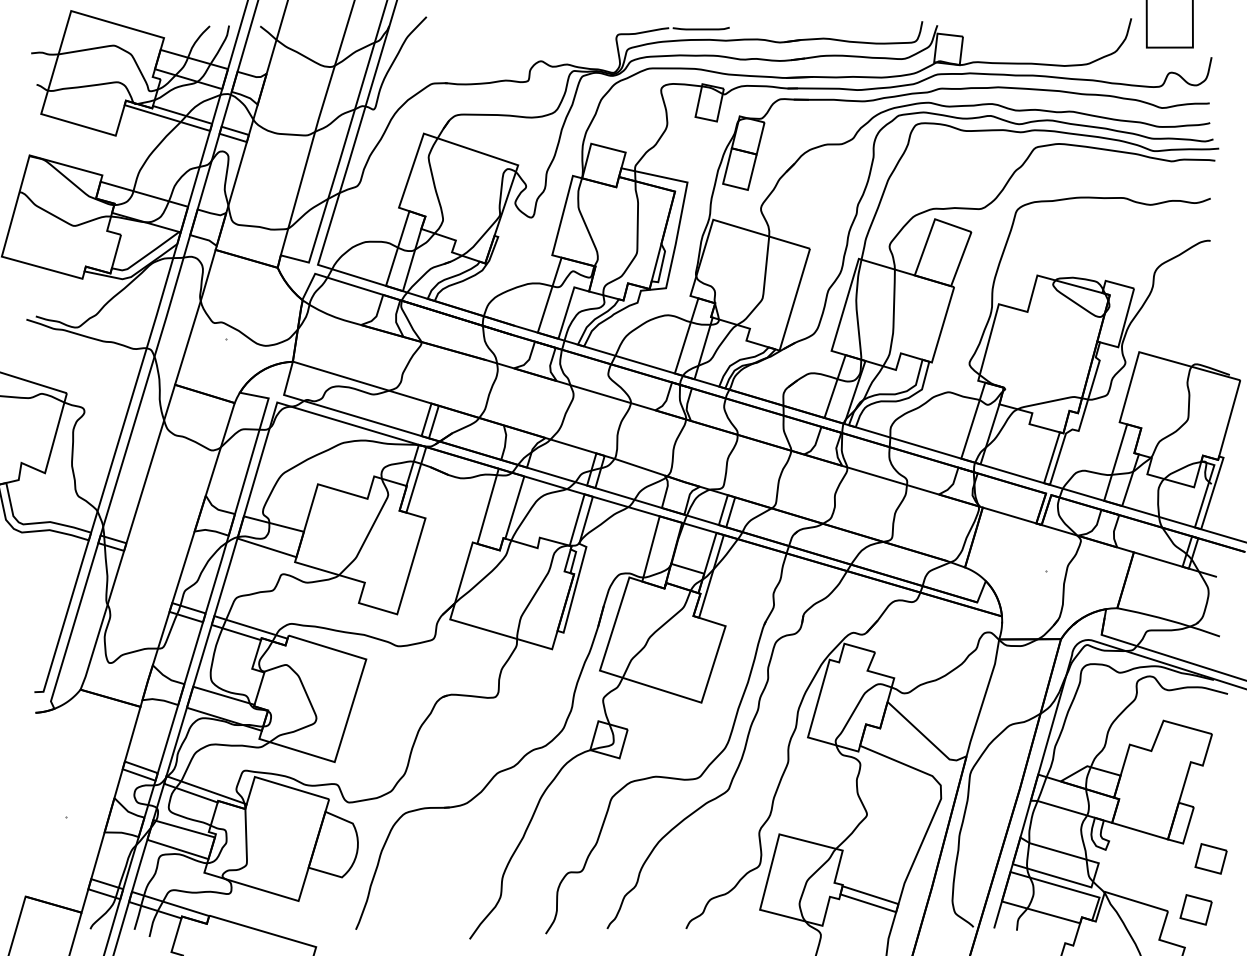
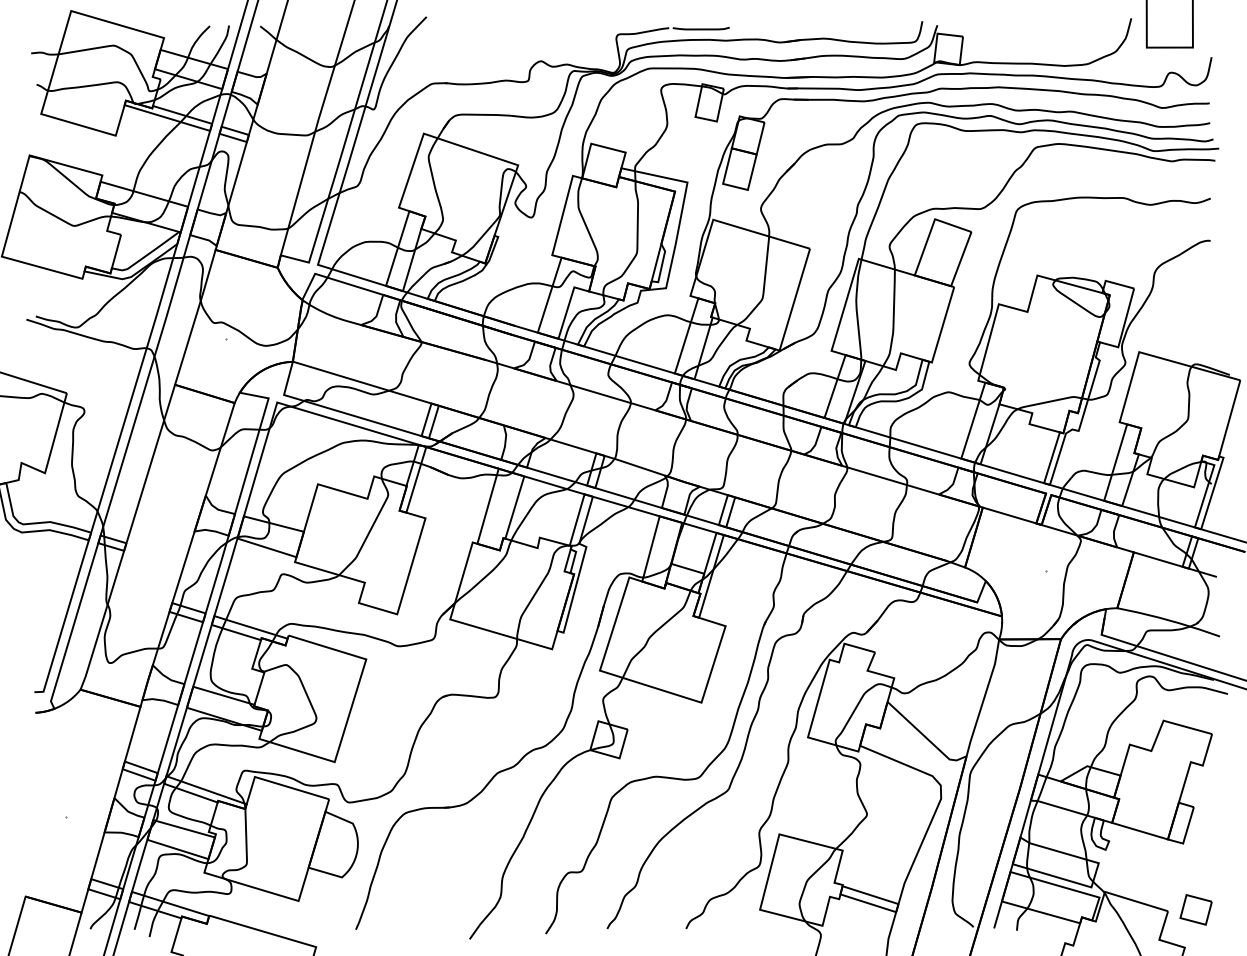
part at (1210, 858): present -> none
